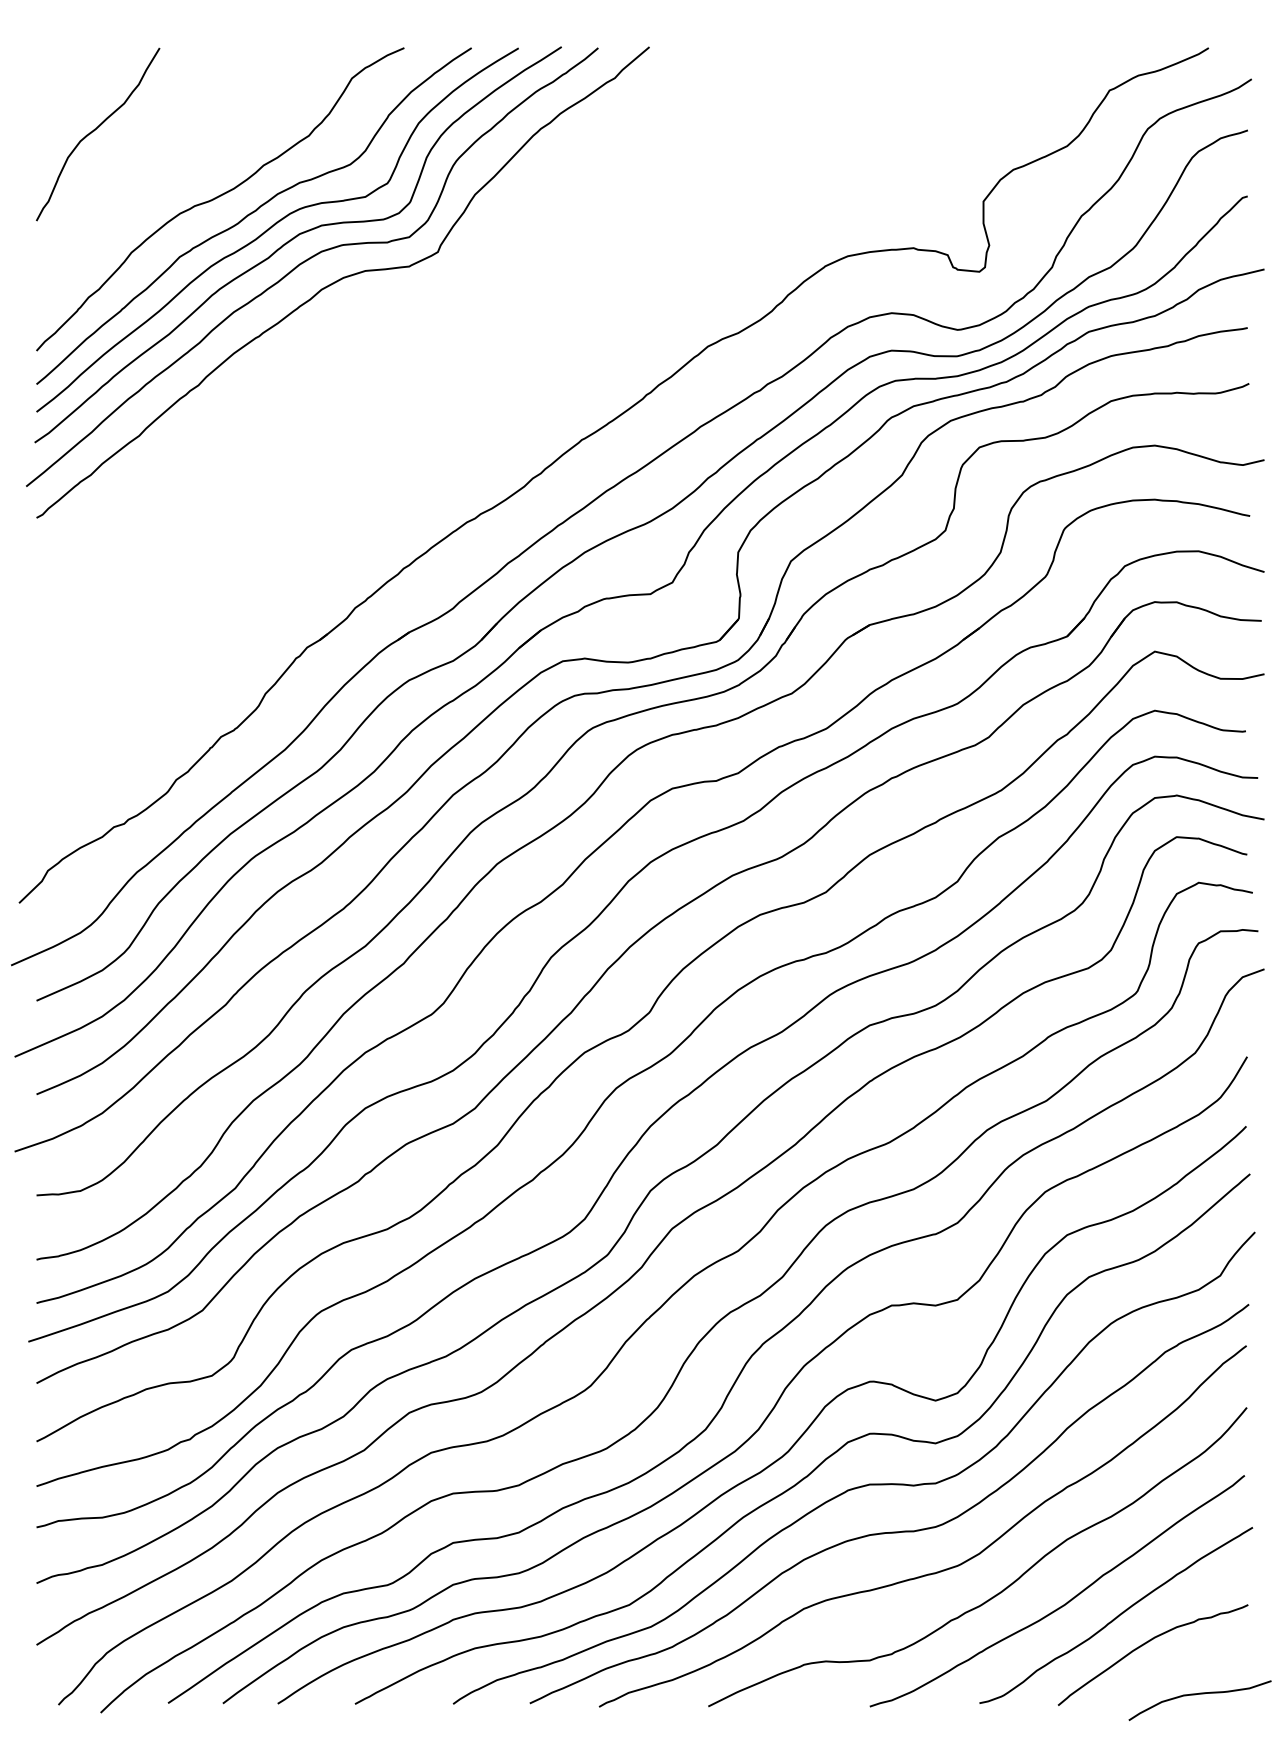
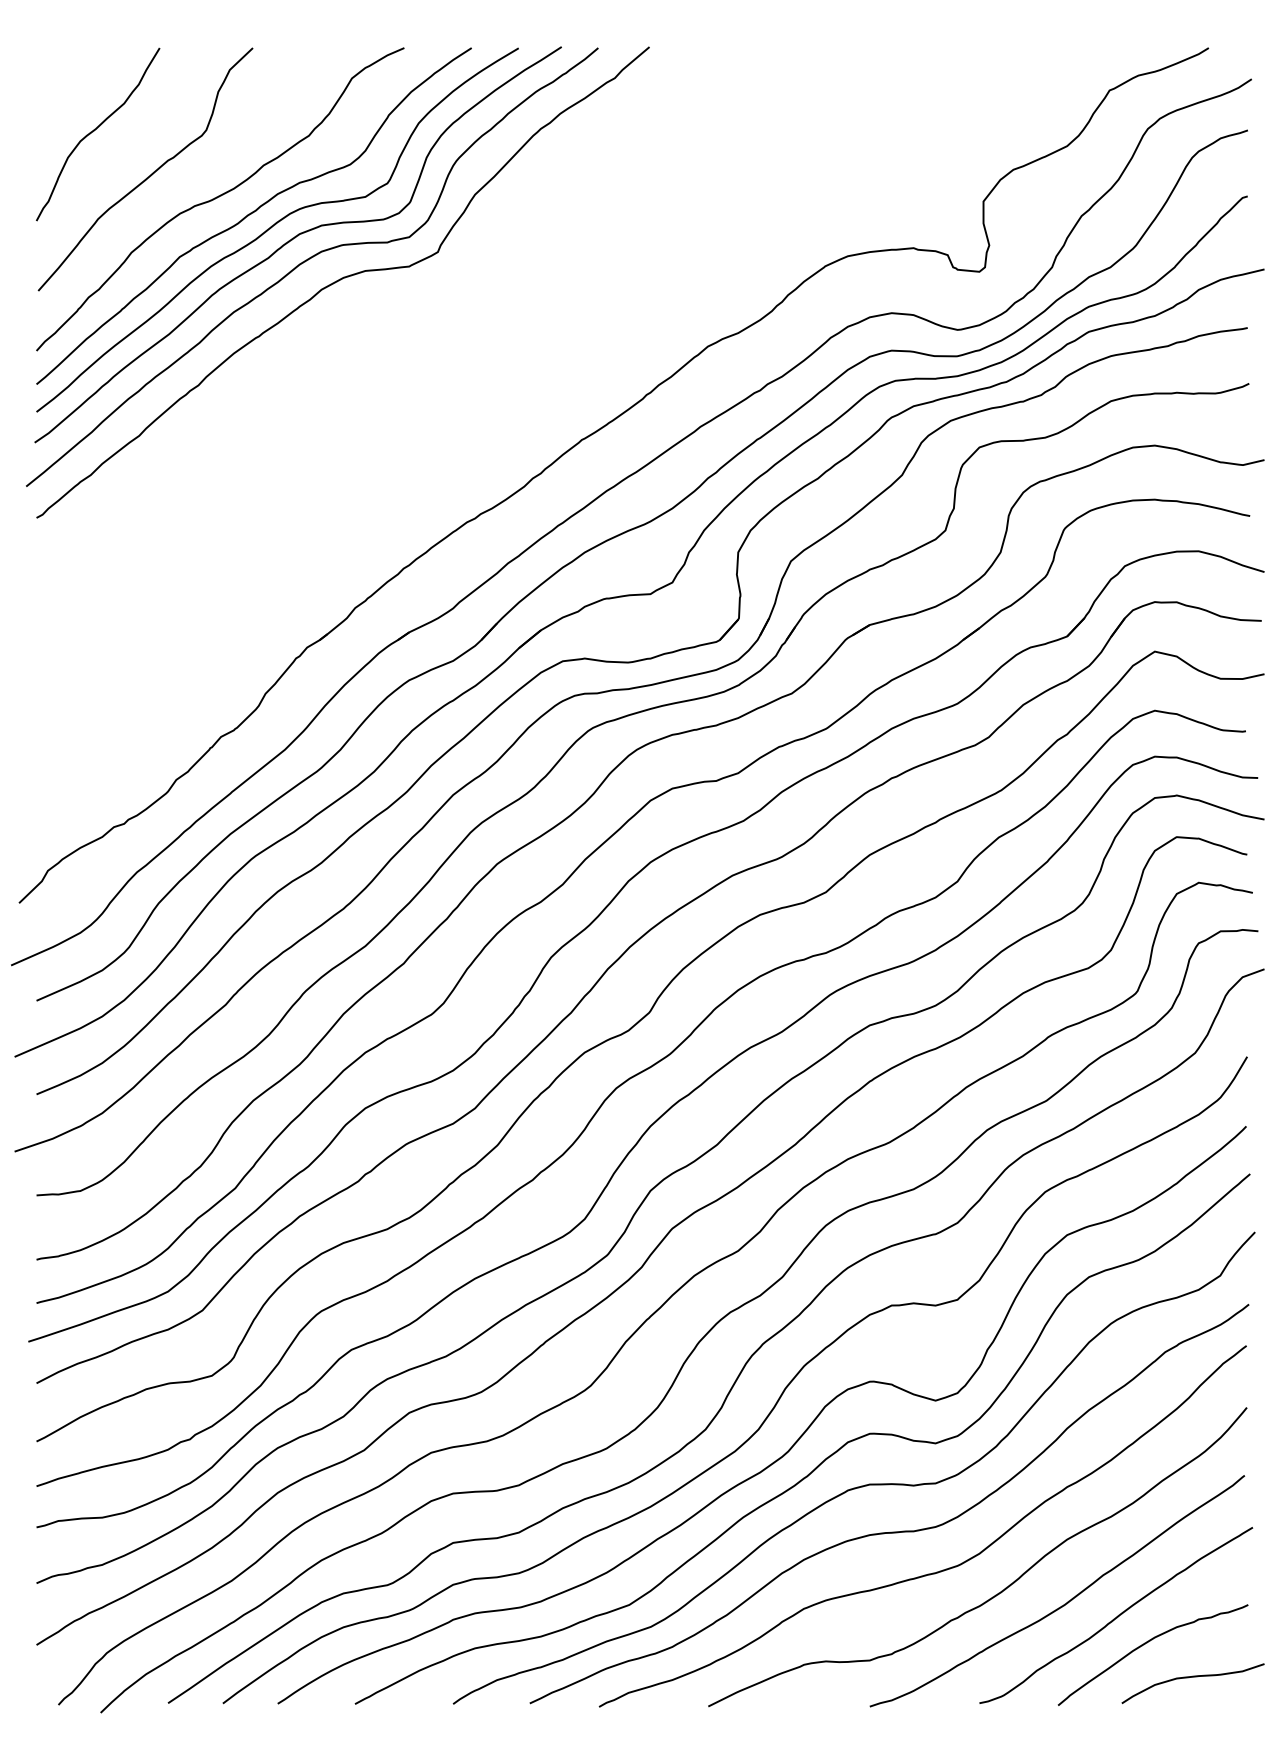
curve at (150, 174): none -> present
curve at (1199, 1694) position: (1199, 1694) -> (1192, 1677)
